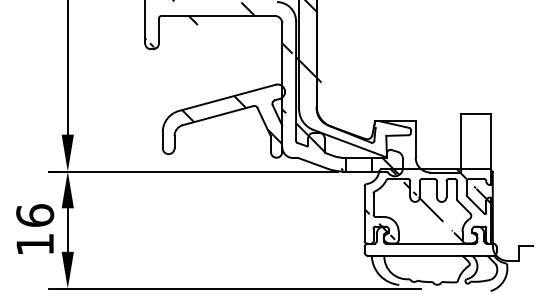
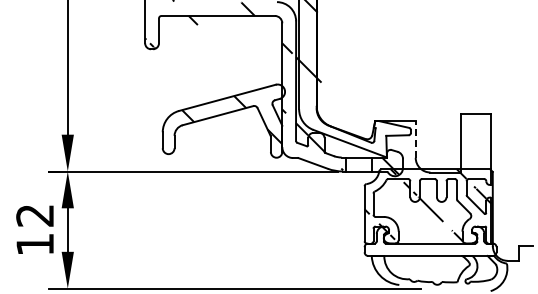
line at (415, 139): solid -> dashed
text at (35, 215): 16 -> 12
